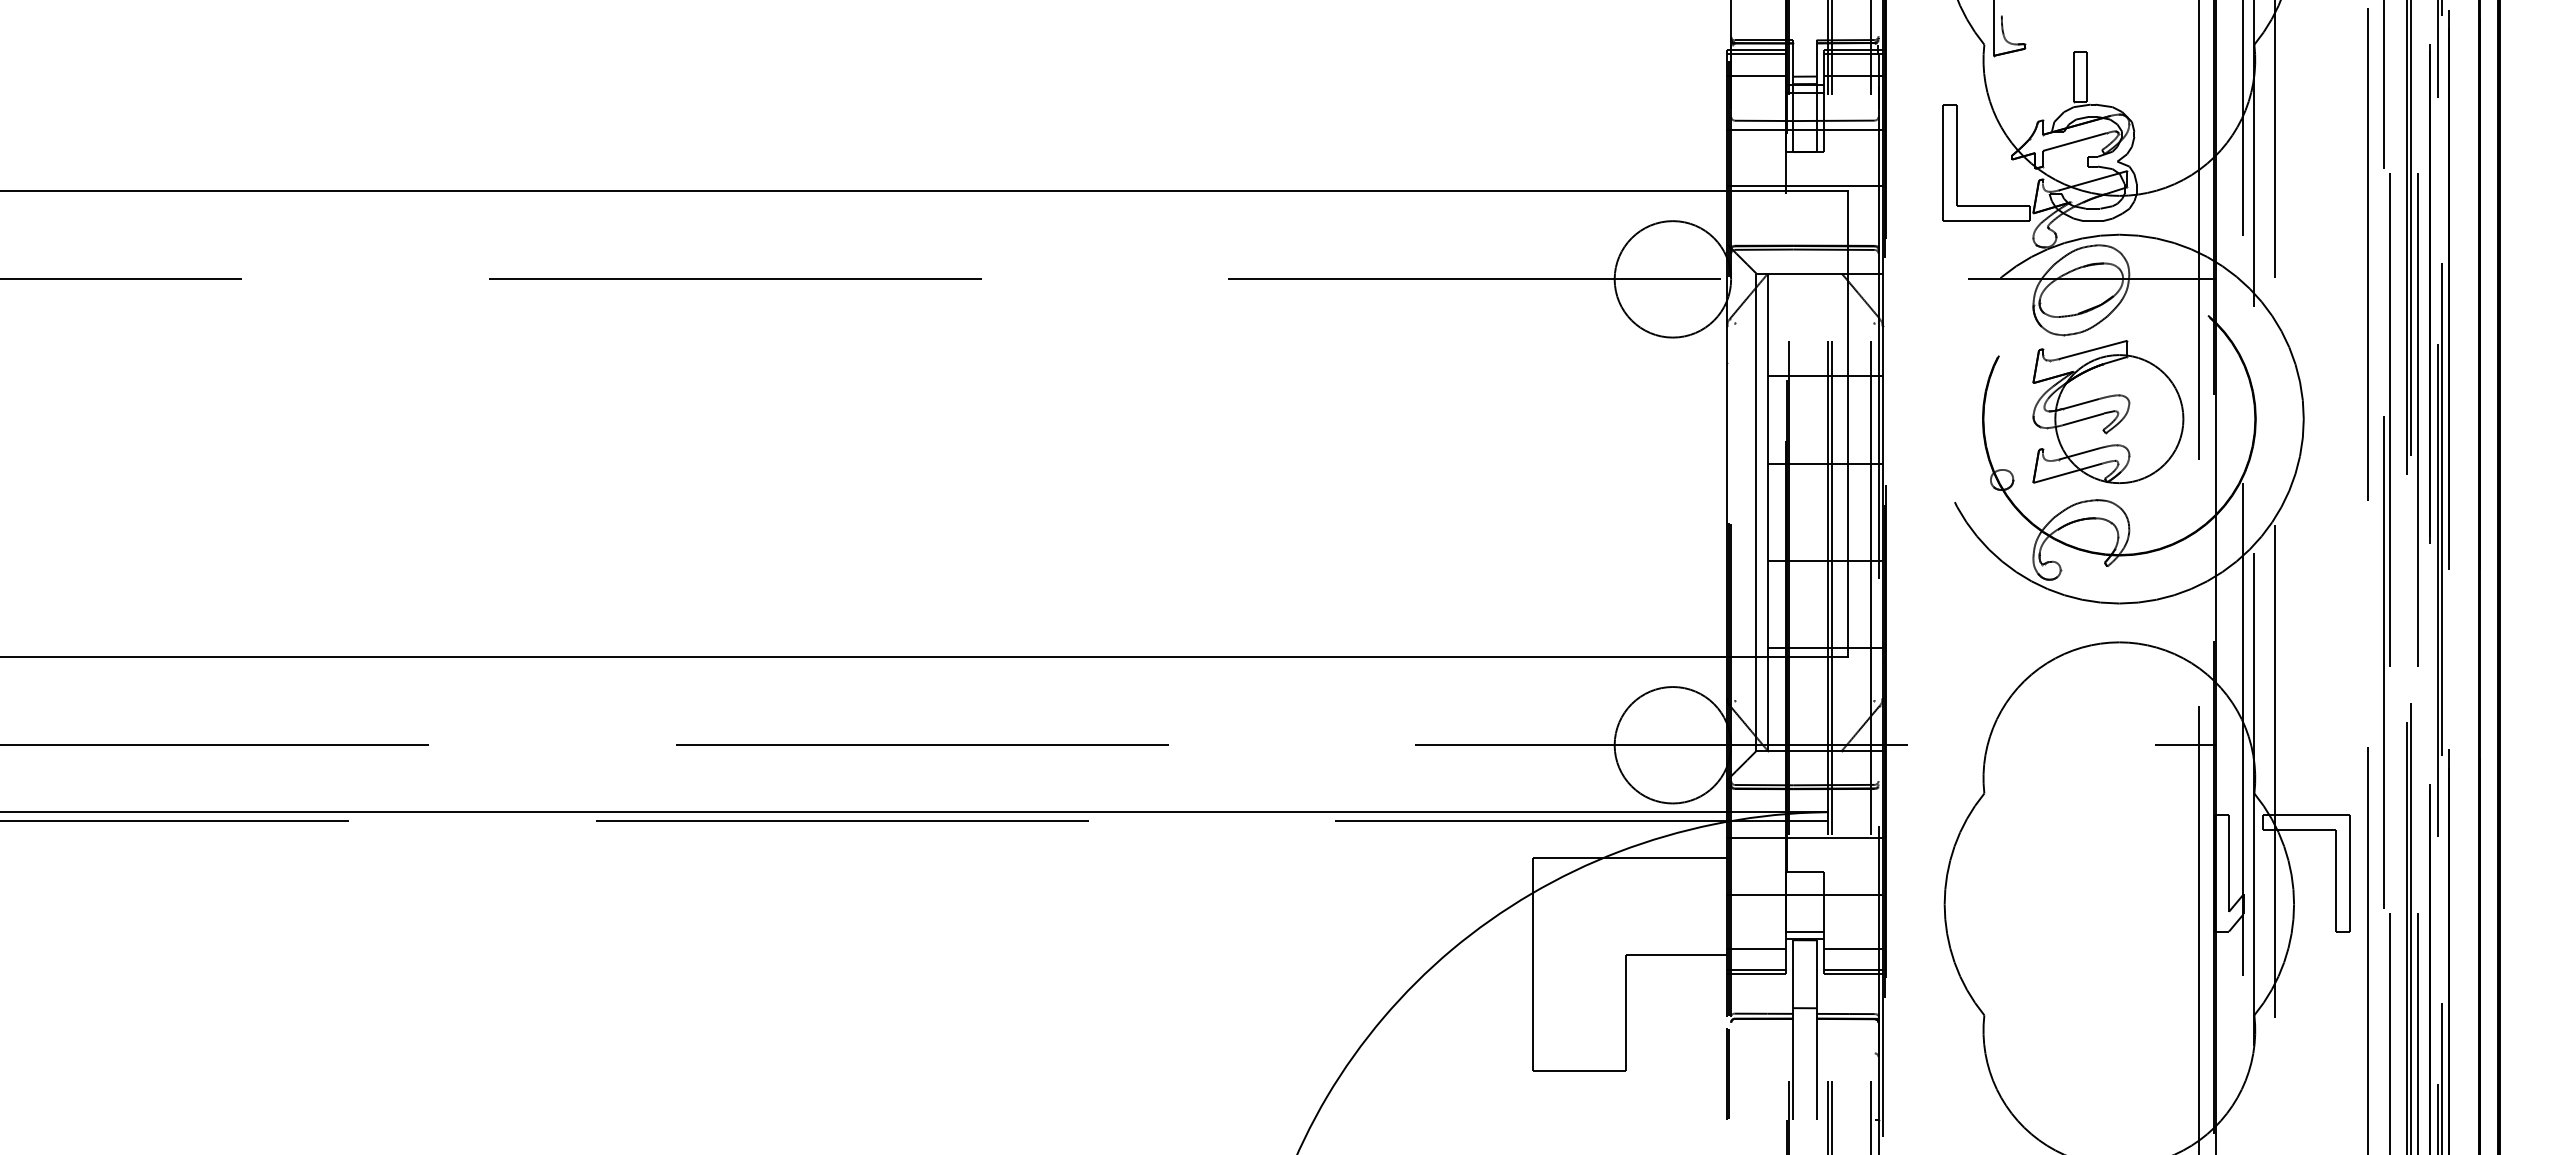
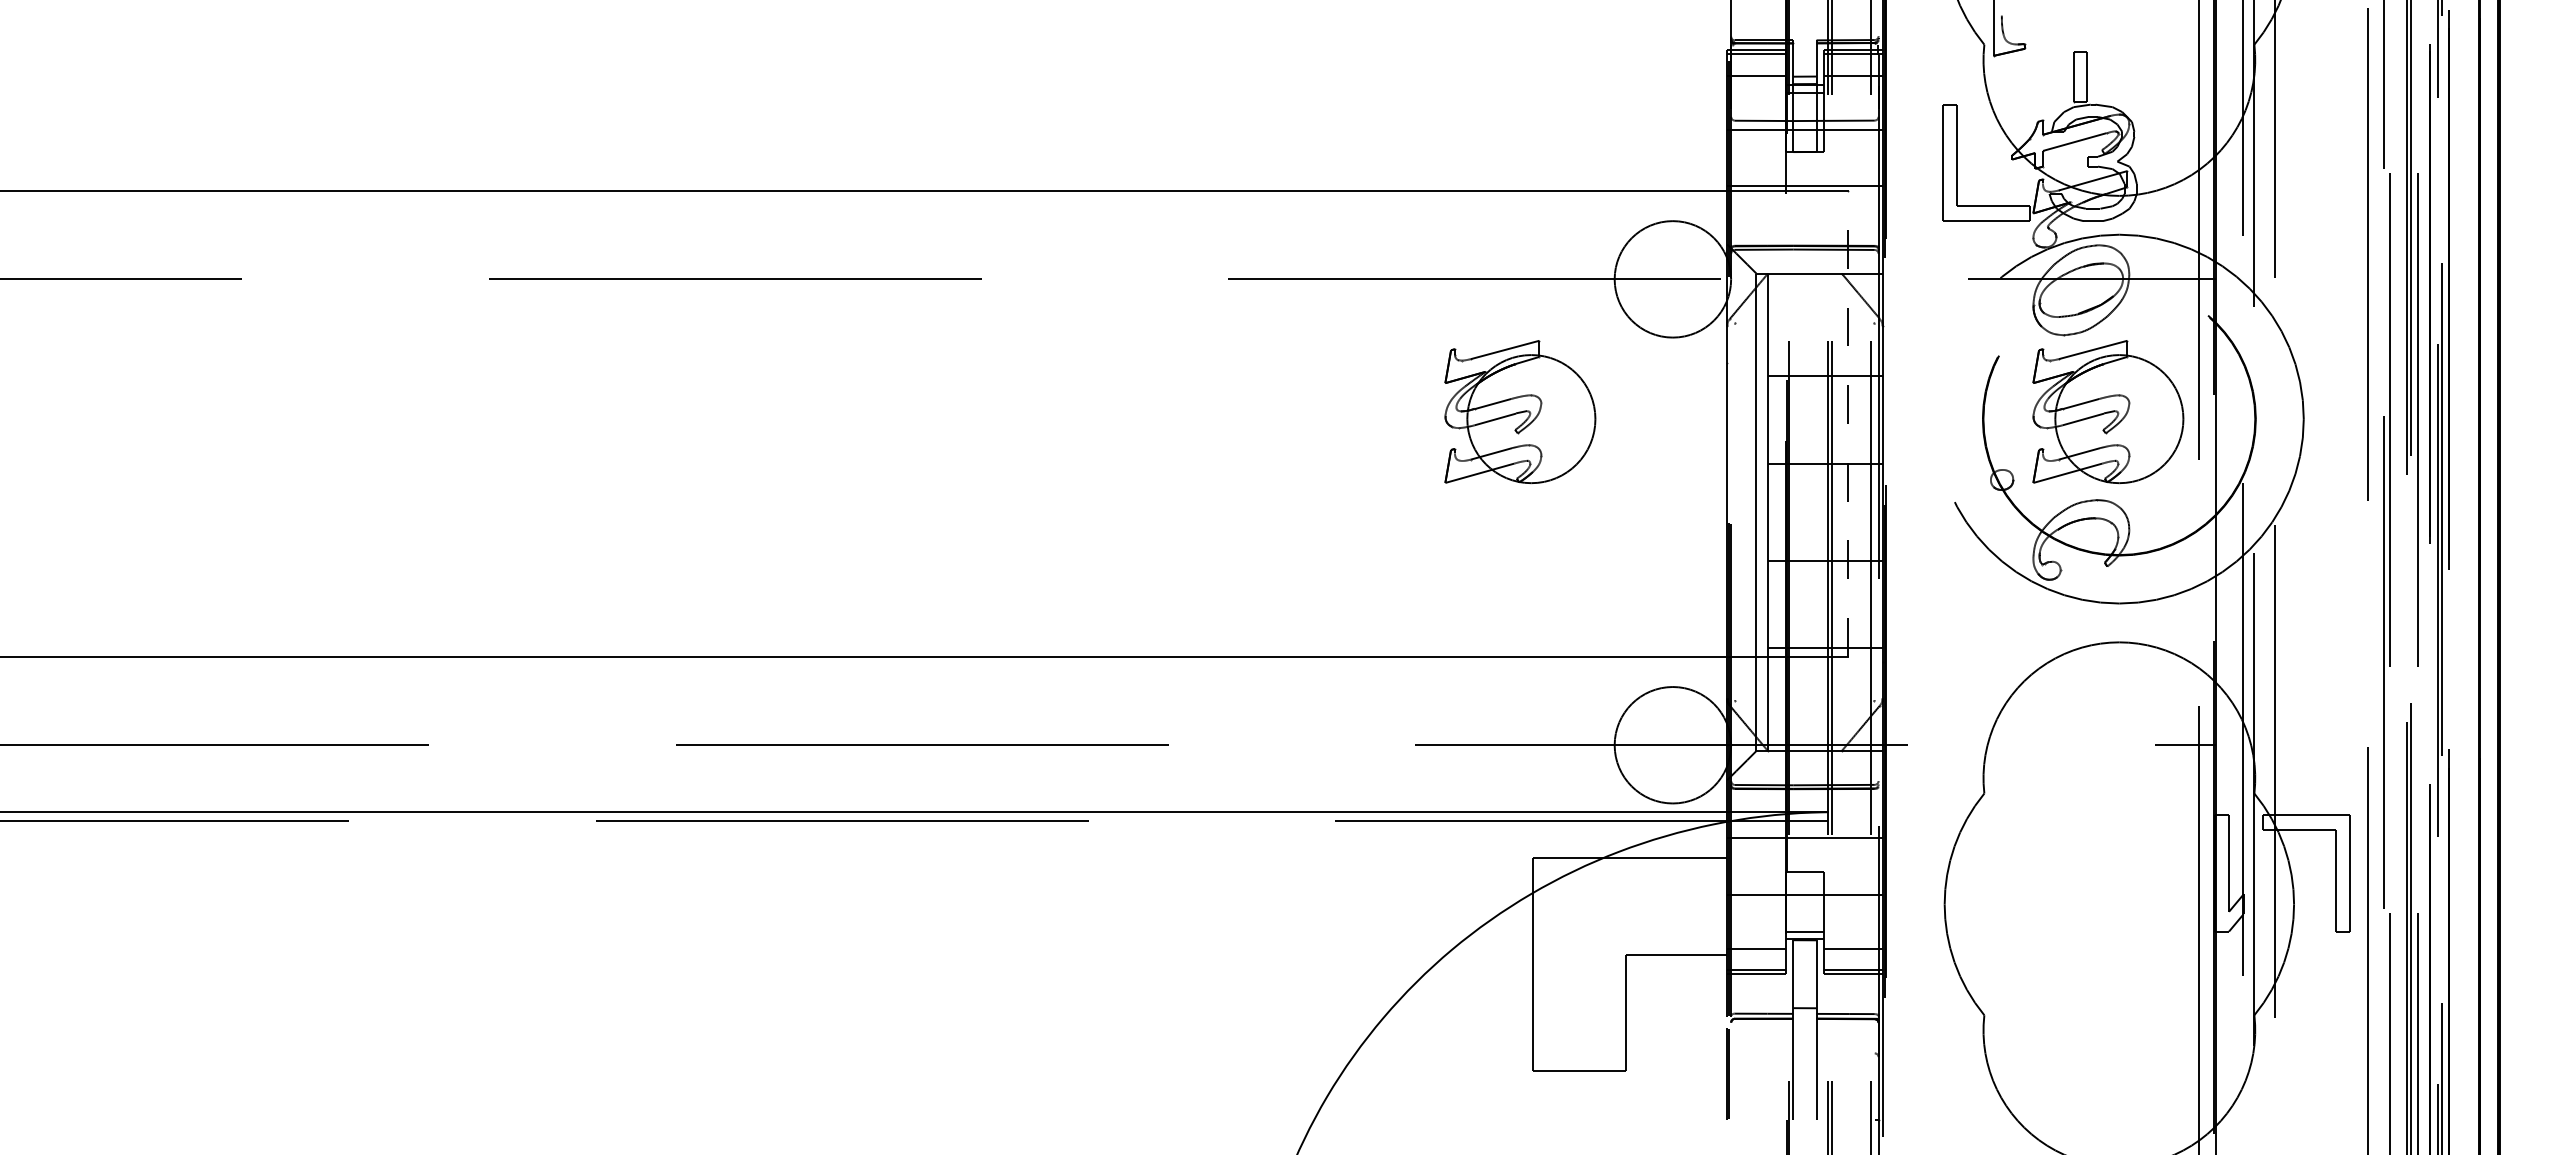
part at (1520, 412): none -> present
line at (1847, 423): solid -> dashed
